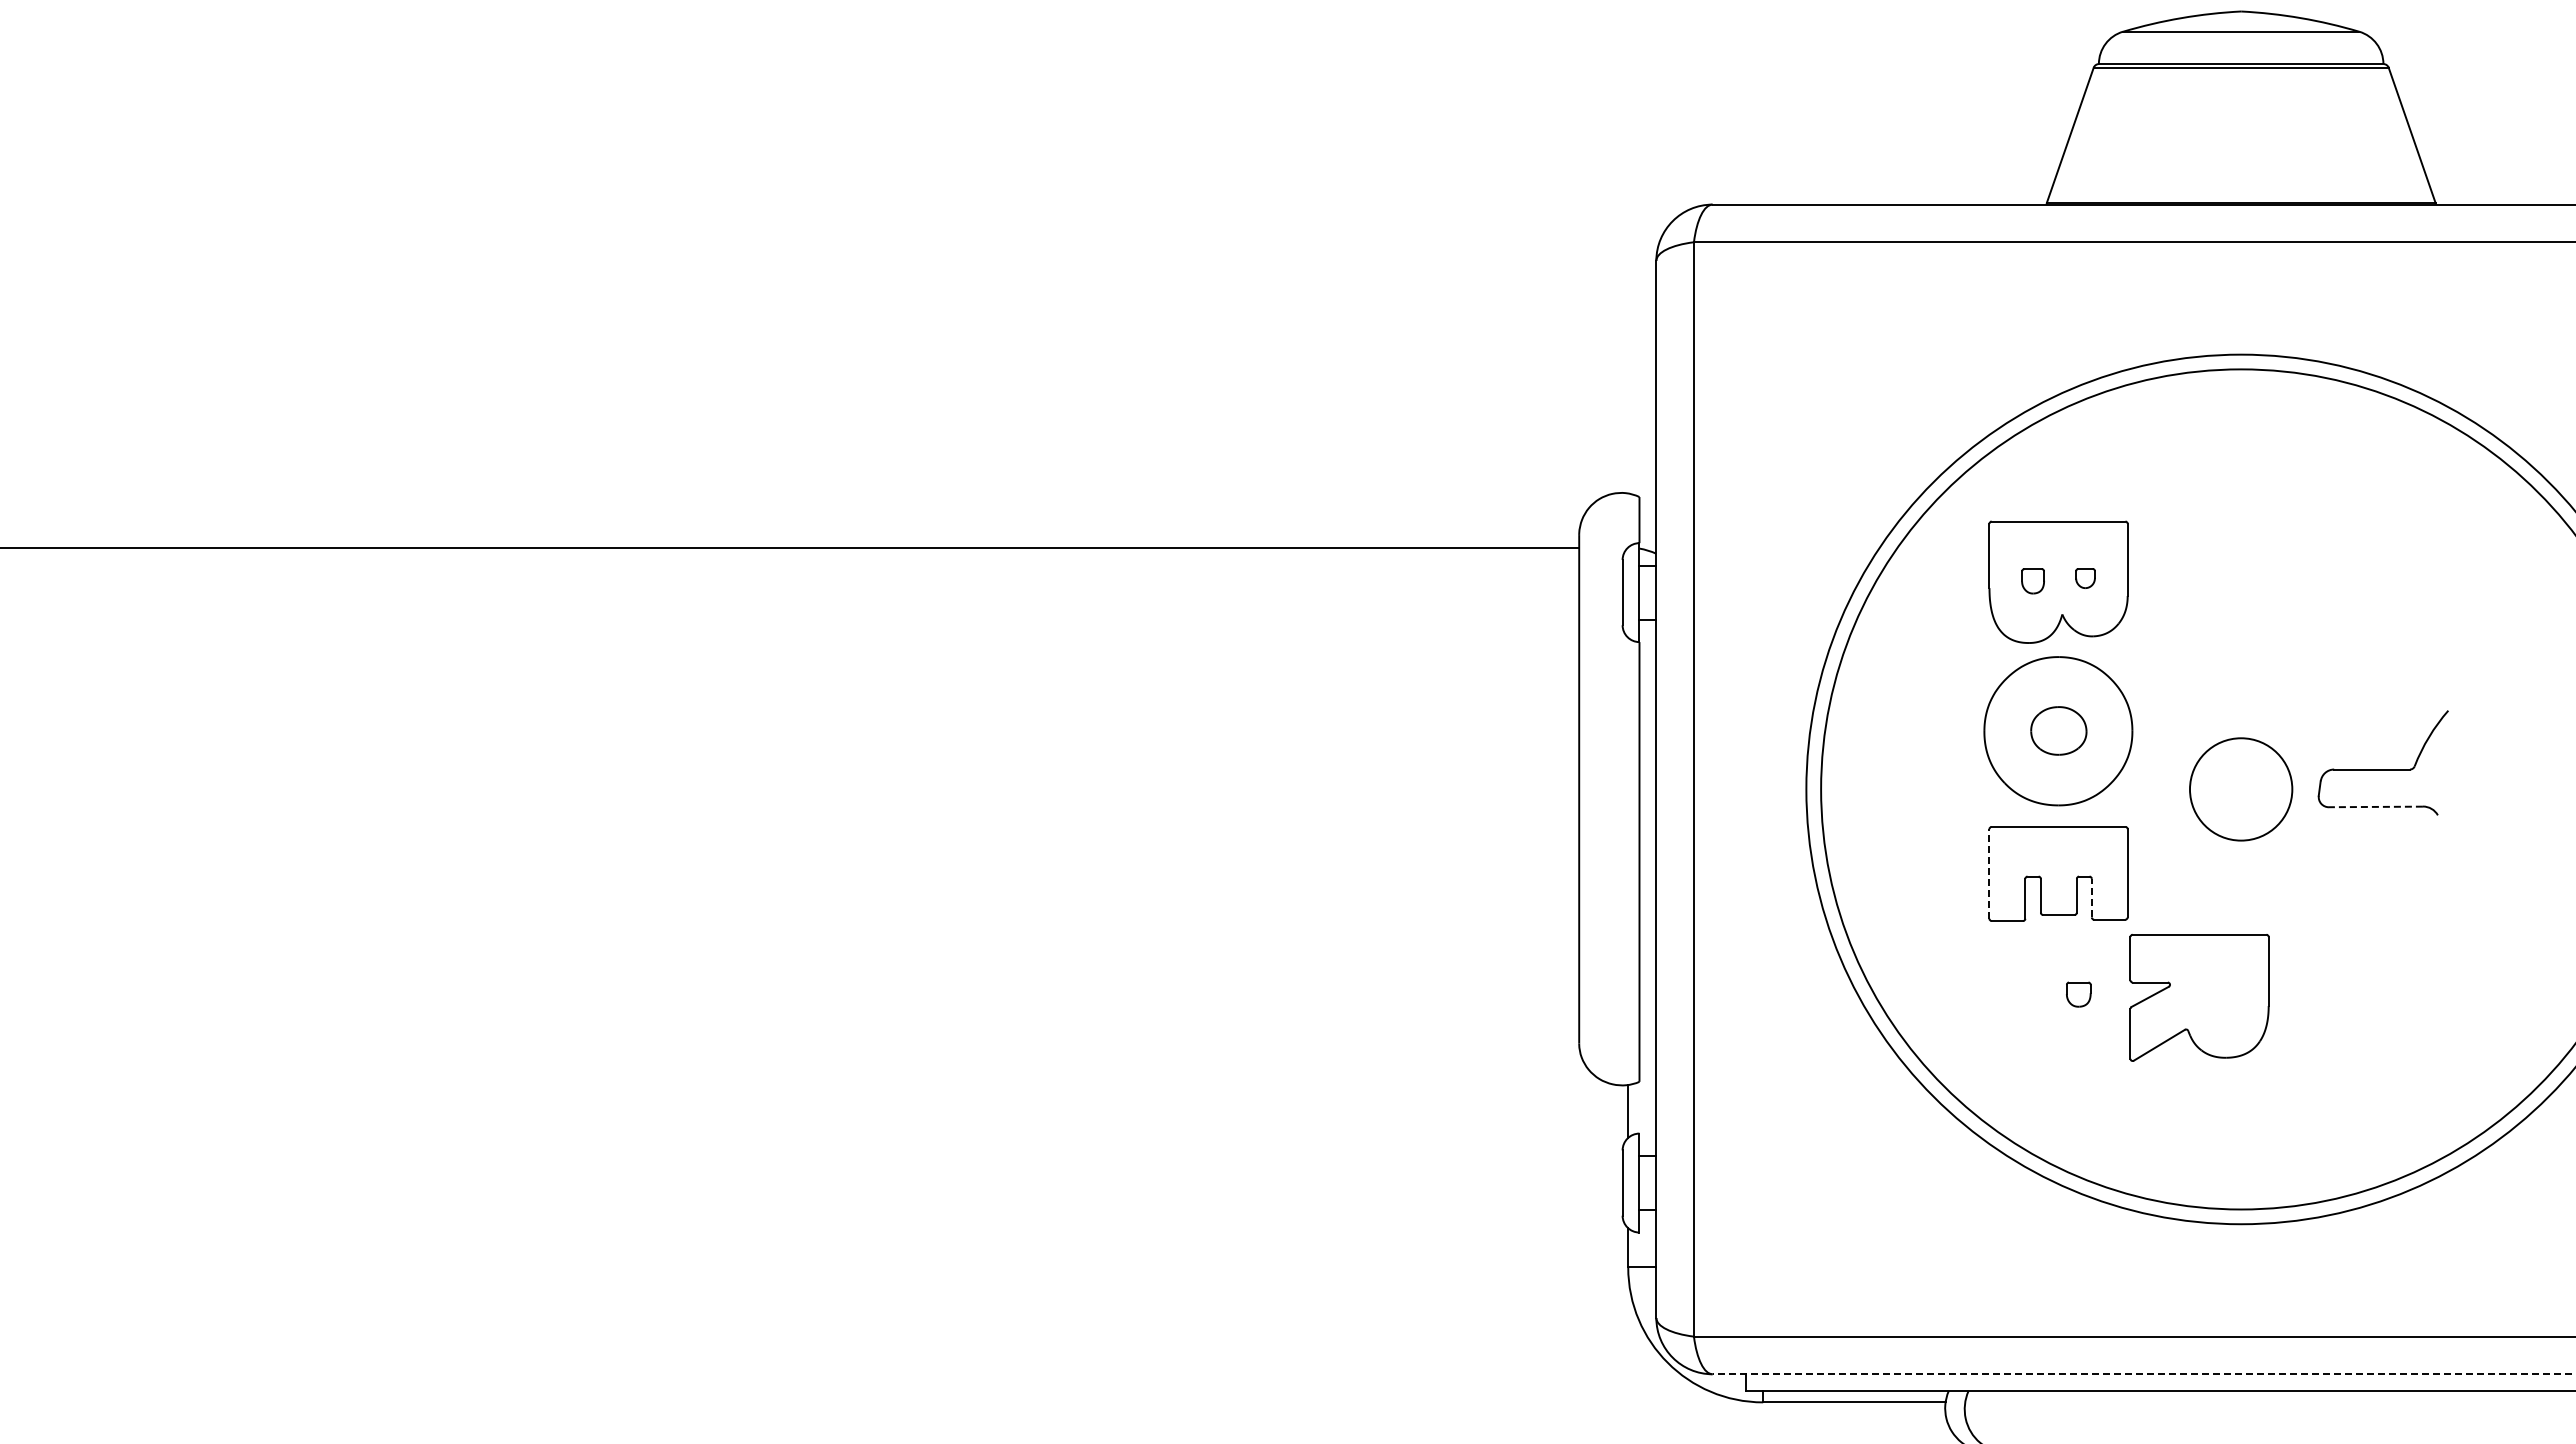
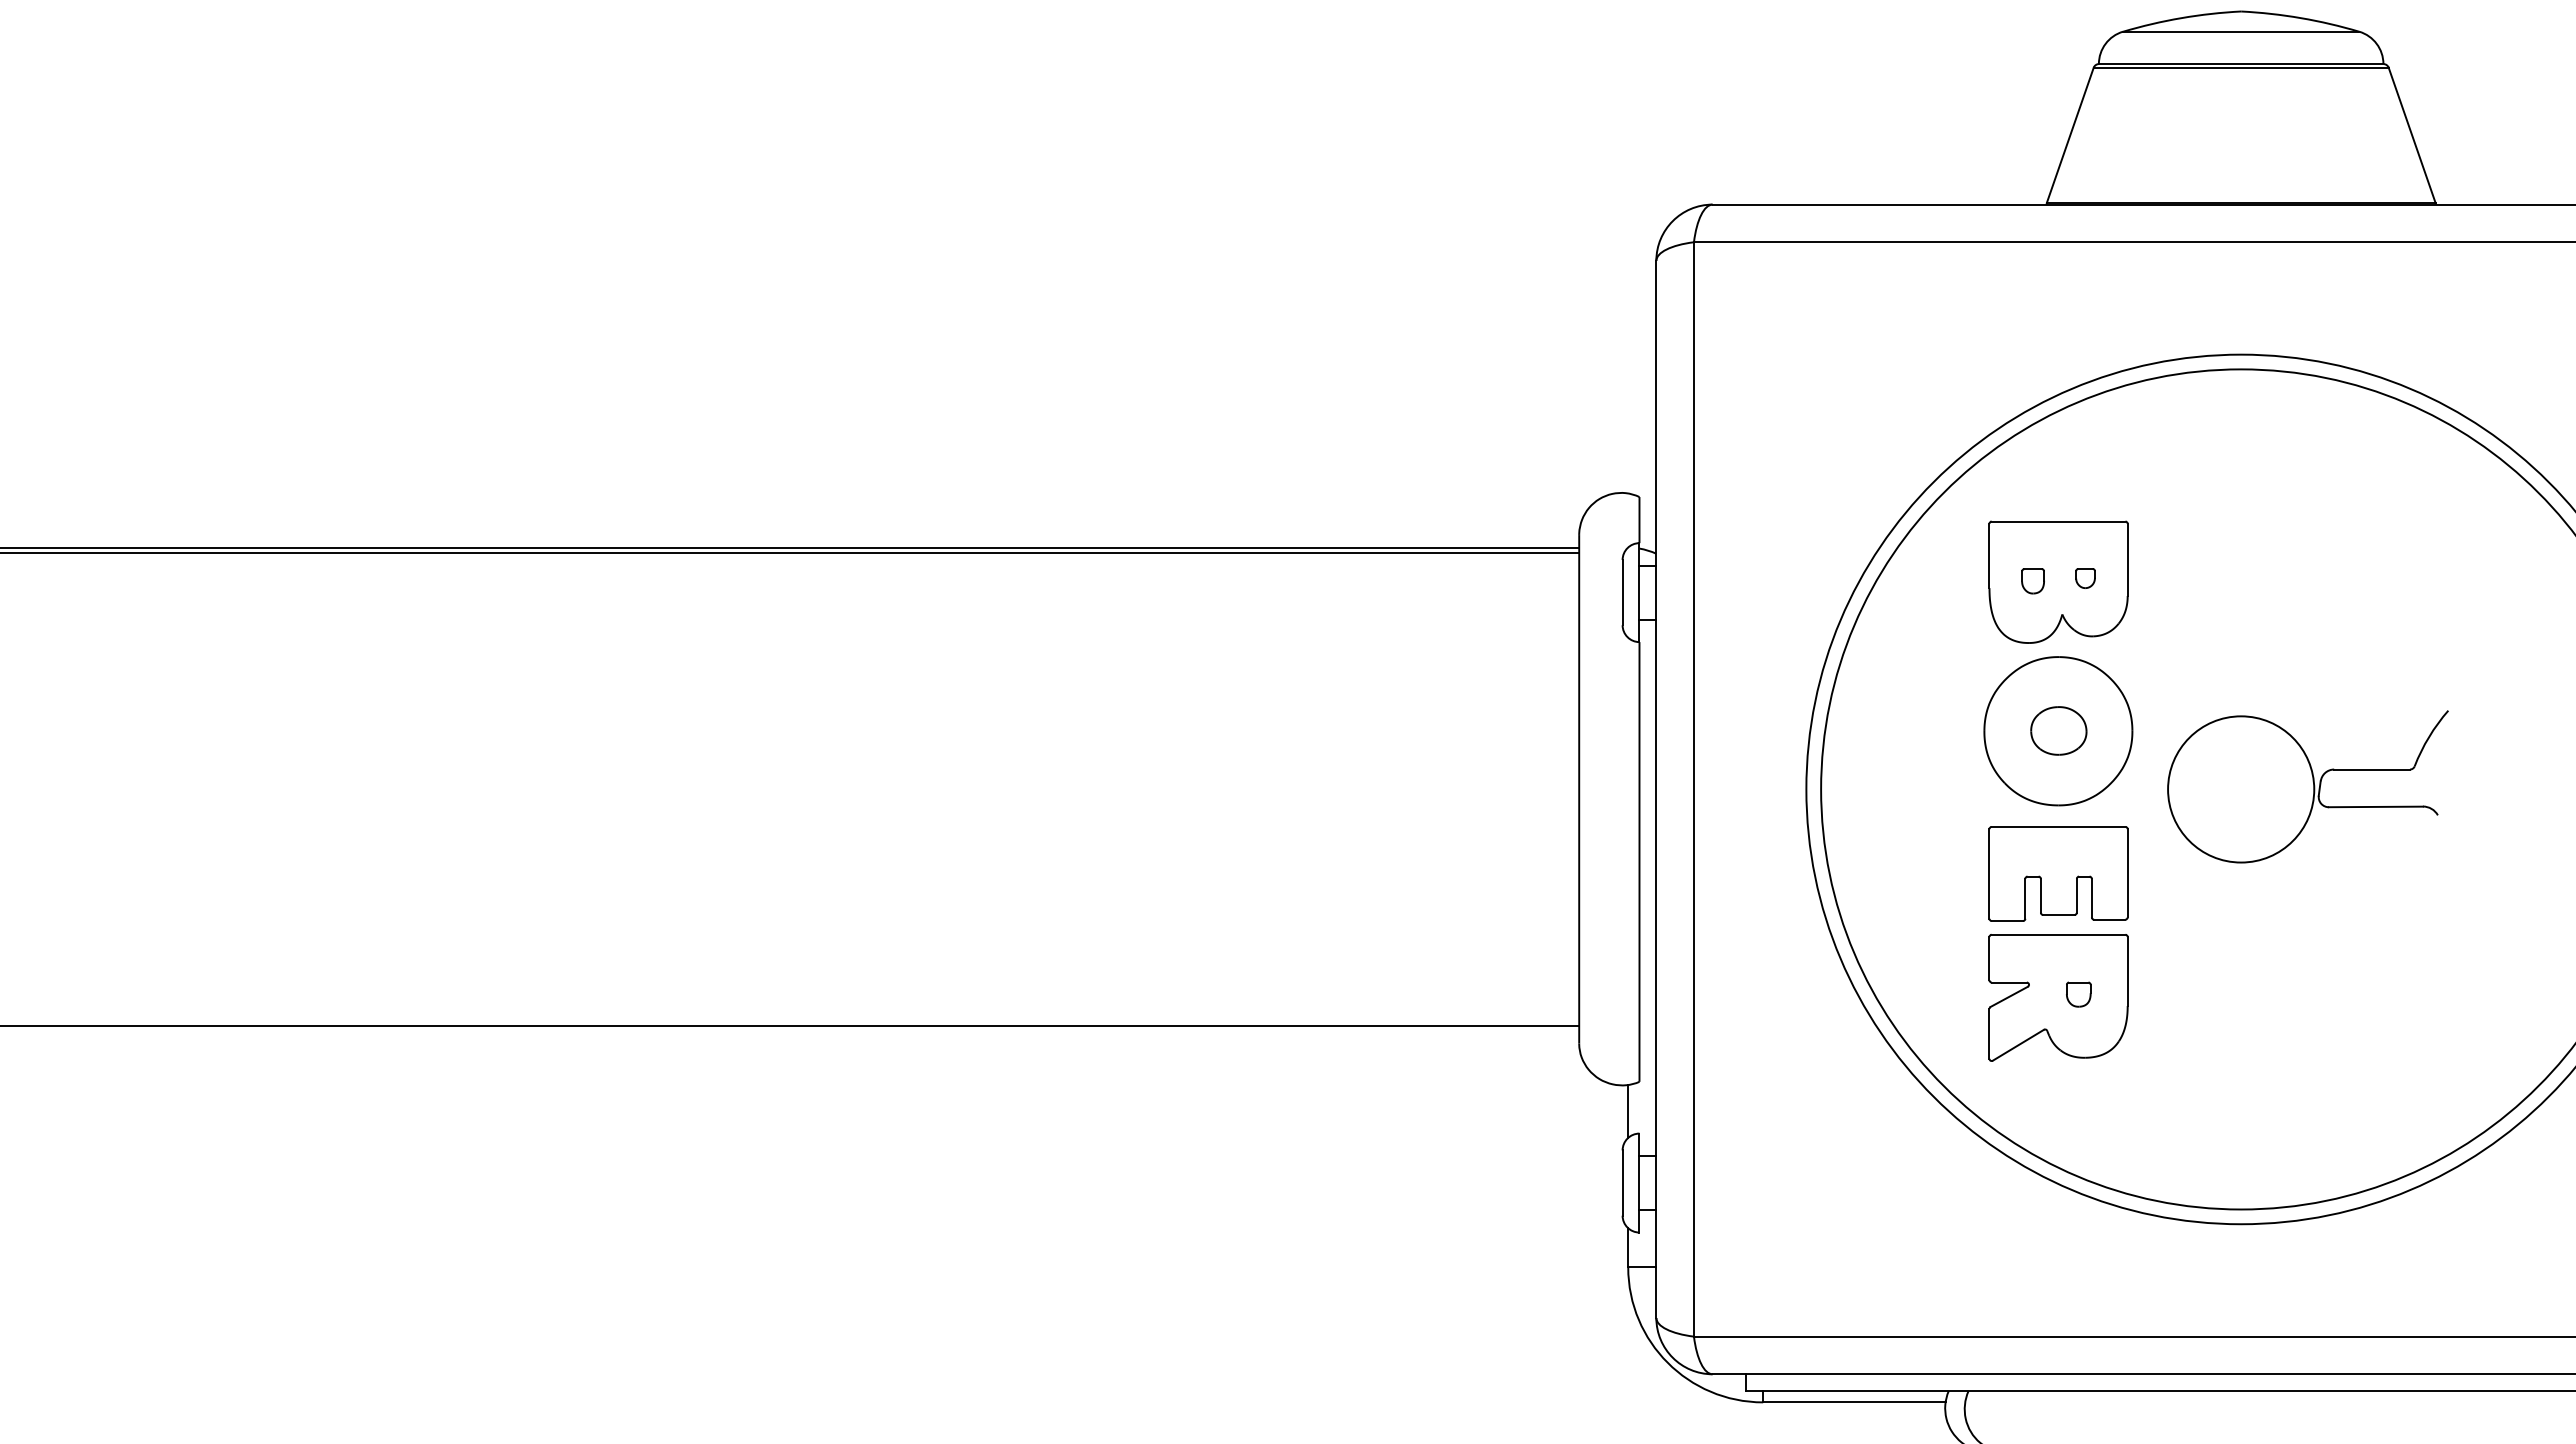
line at (790, 553): none -> present
circle at (2241, 789) diameter: 102 px -> 146 px
line at (2375, 806): dashed -> solid
line at (1989, 873): dashed -> solid
line at (2091, 897): dashed -> solid
part at (2199, 997) position: (2199, 997) -> (2058, 997)
line at (790, 1025): none -> present
line at (2144, 1374): dashed -> solid
